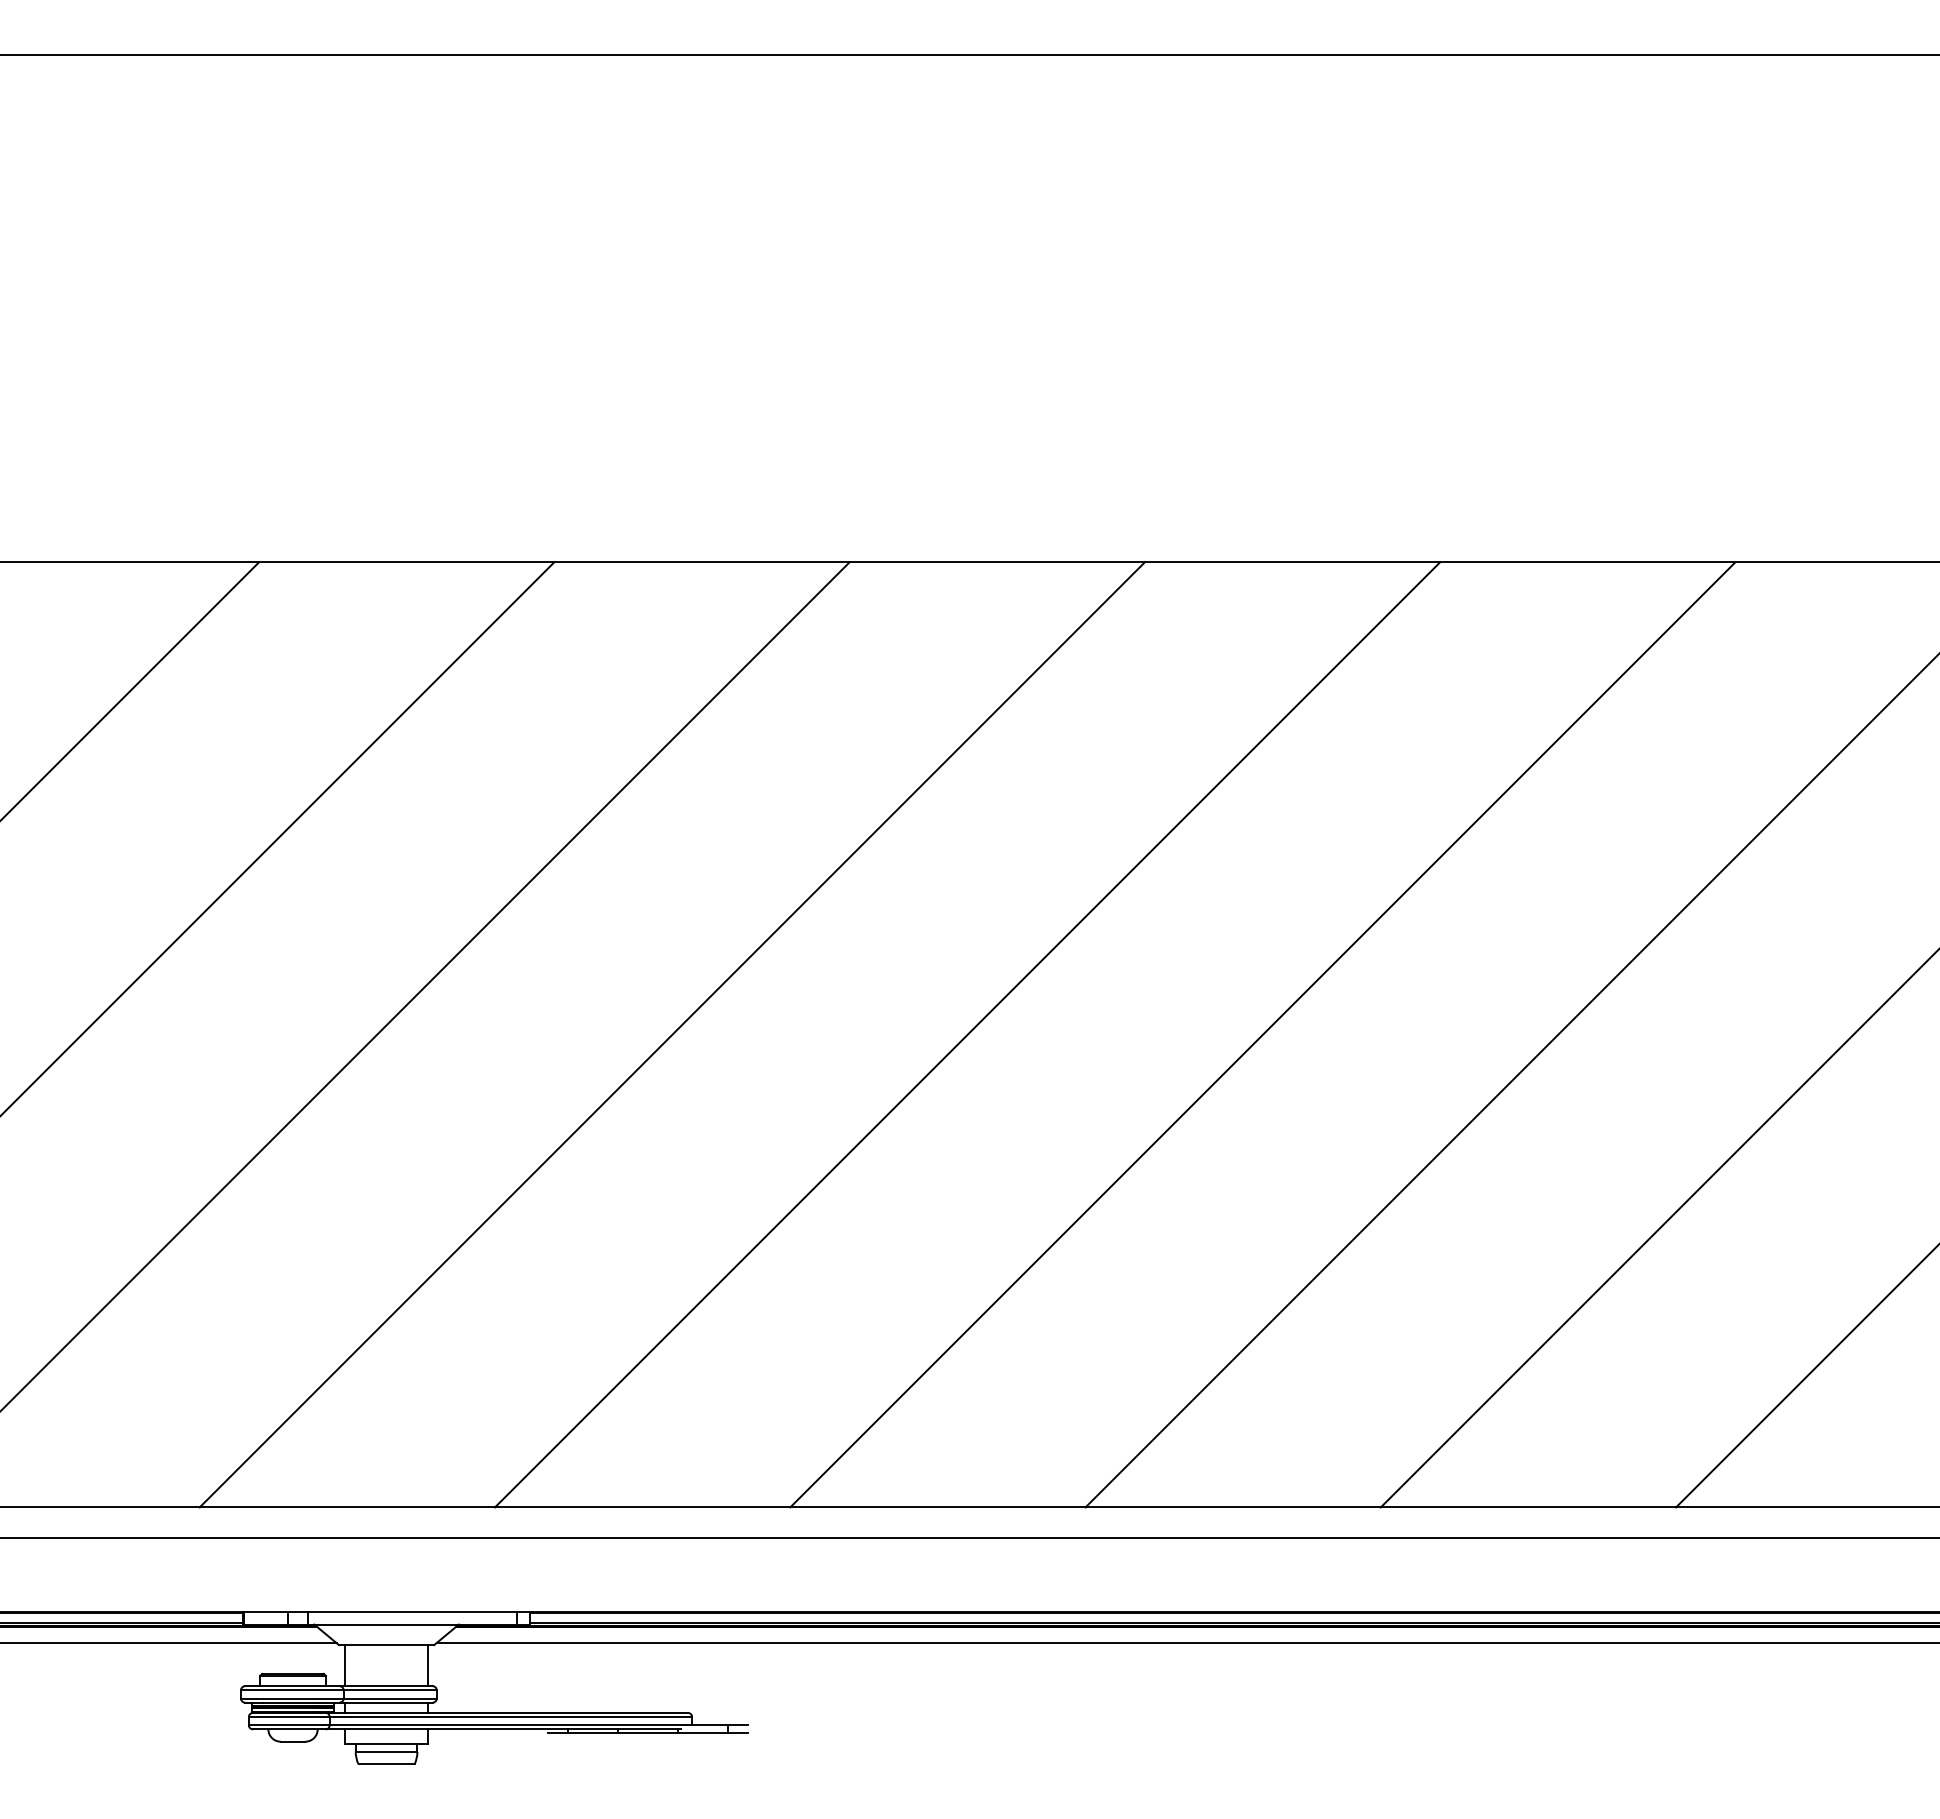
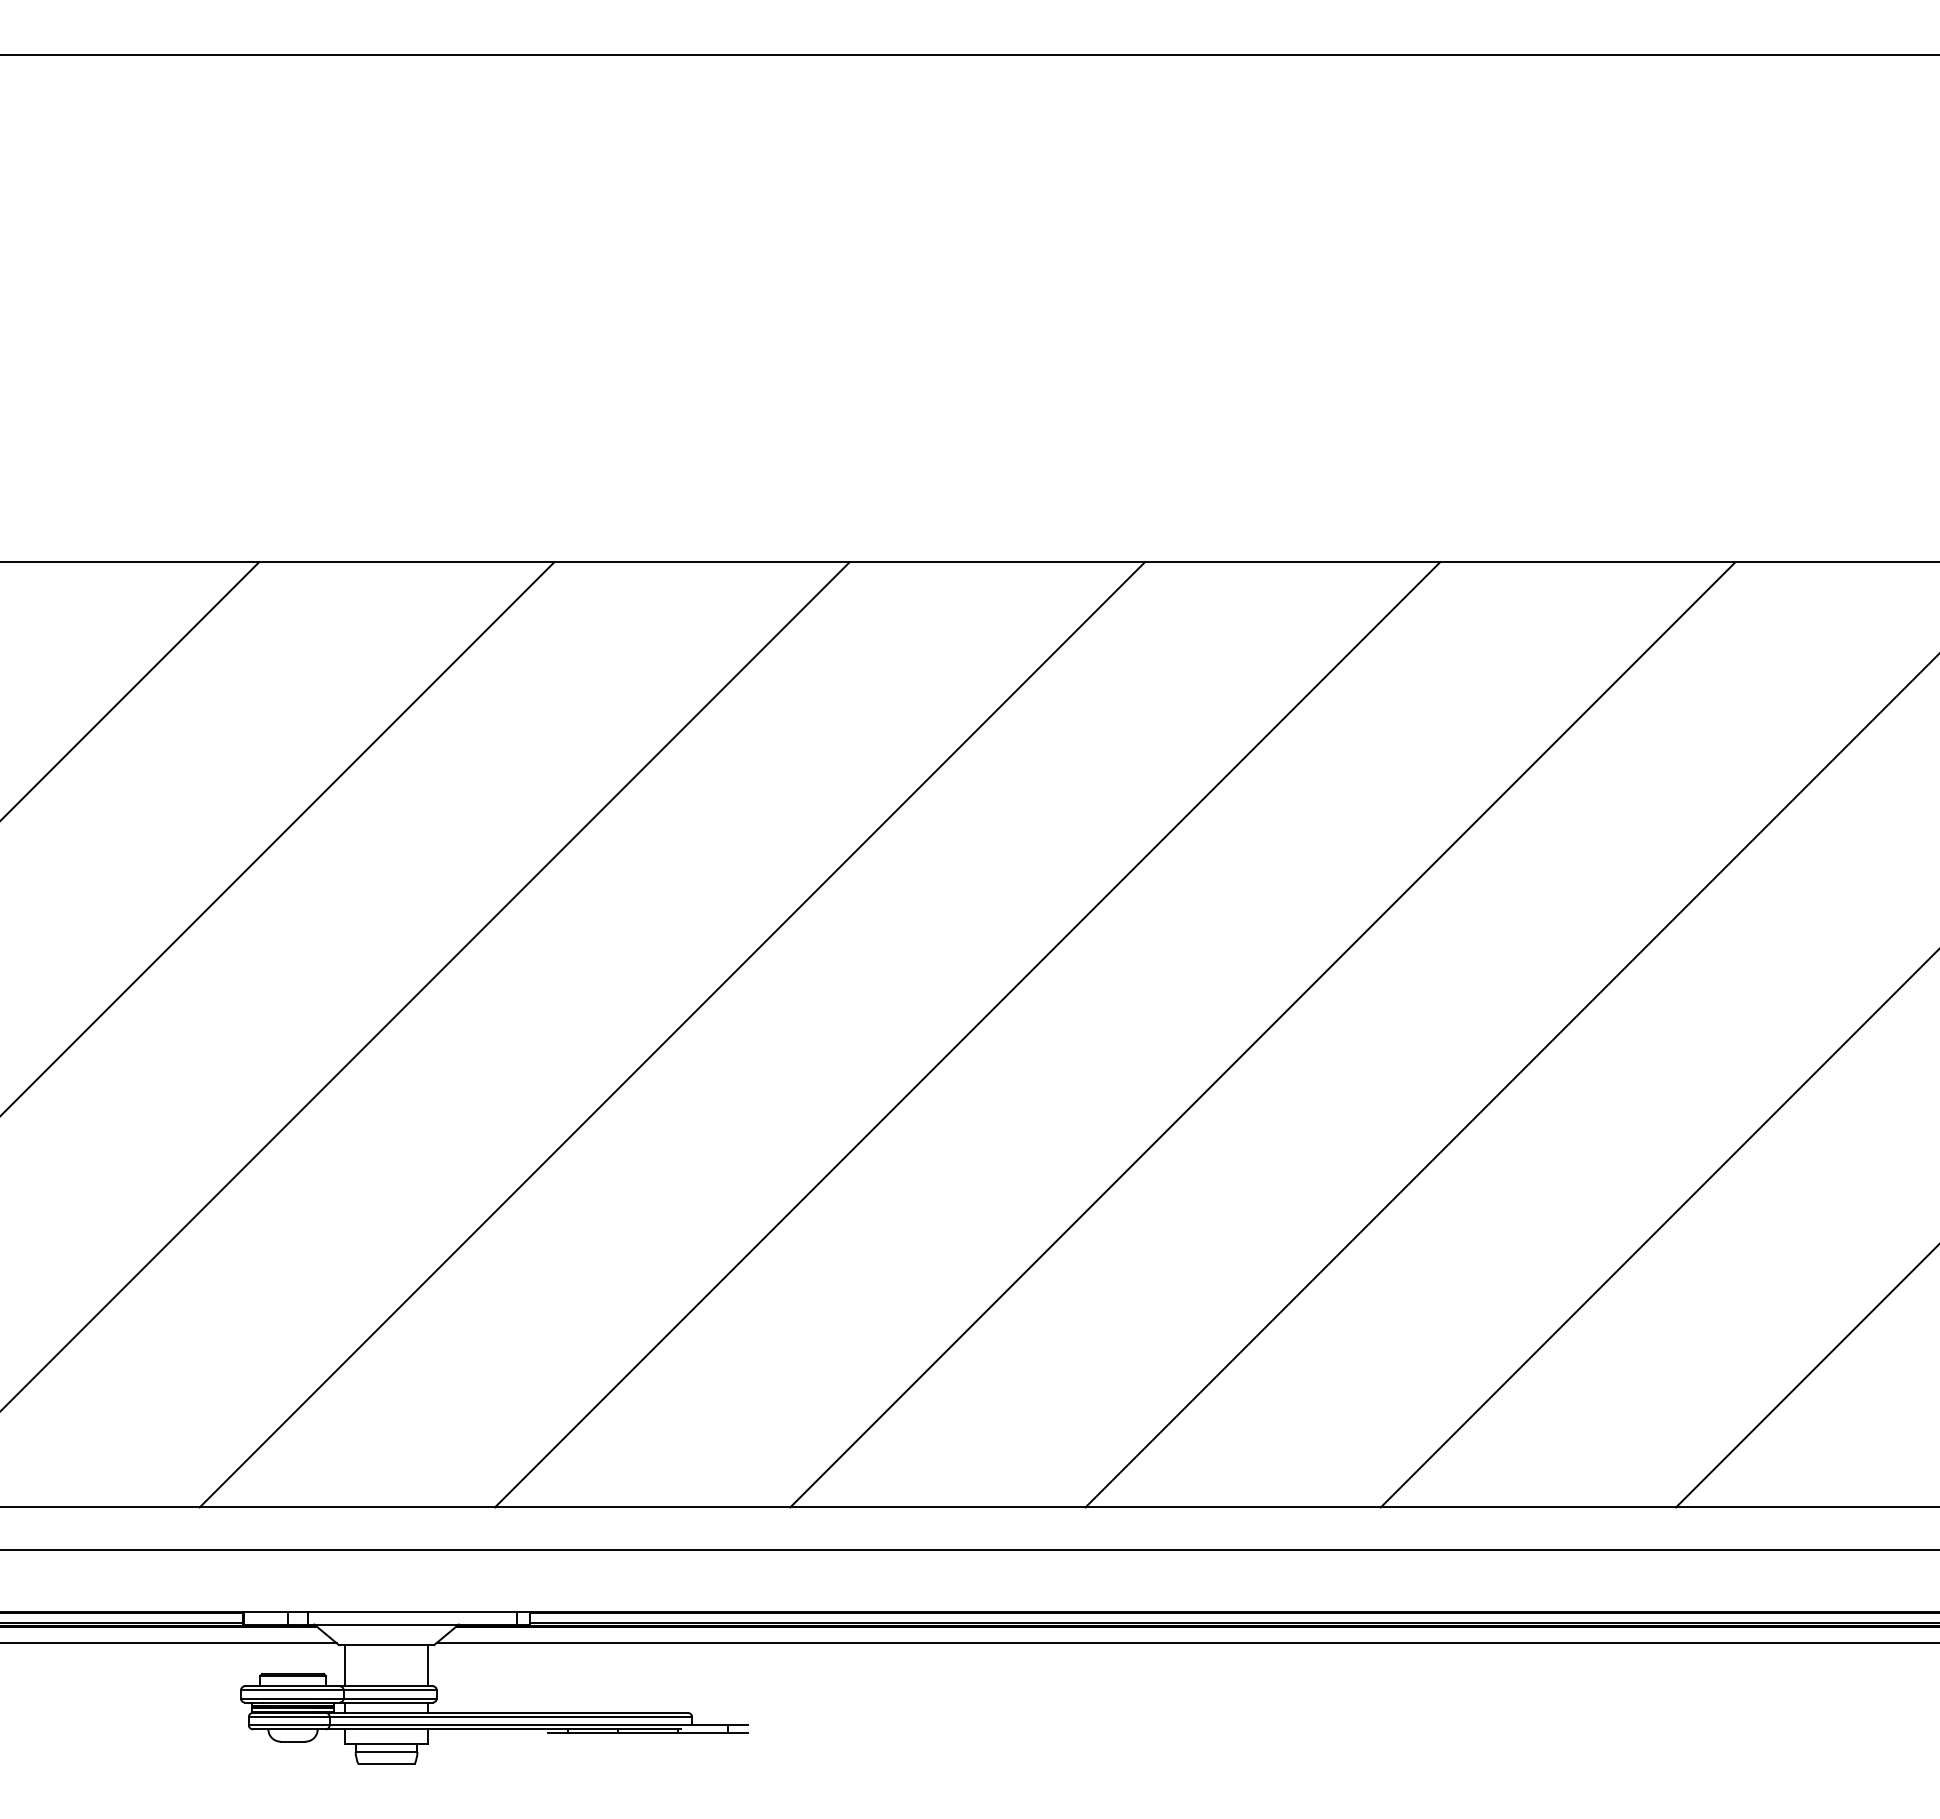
line at (969, 1538) position: (969, 1538) -> (969, 1550)
